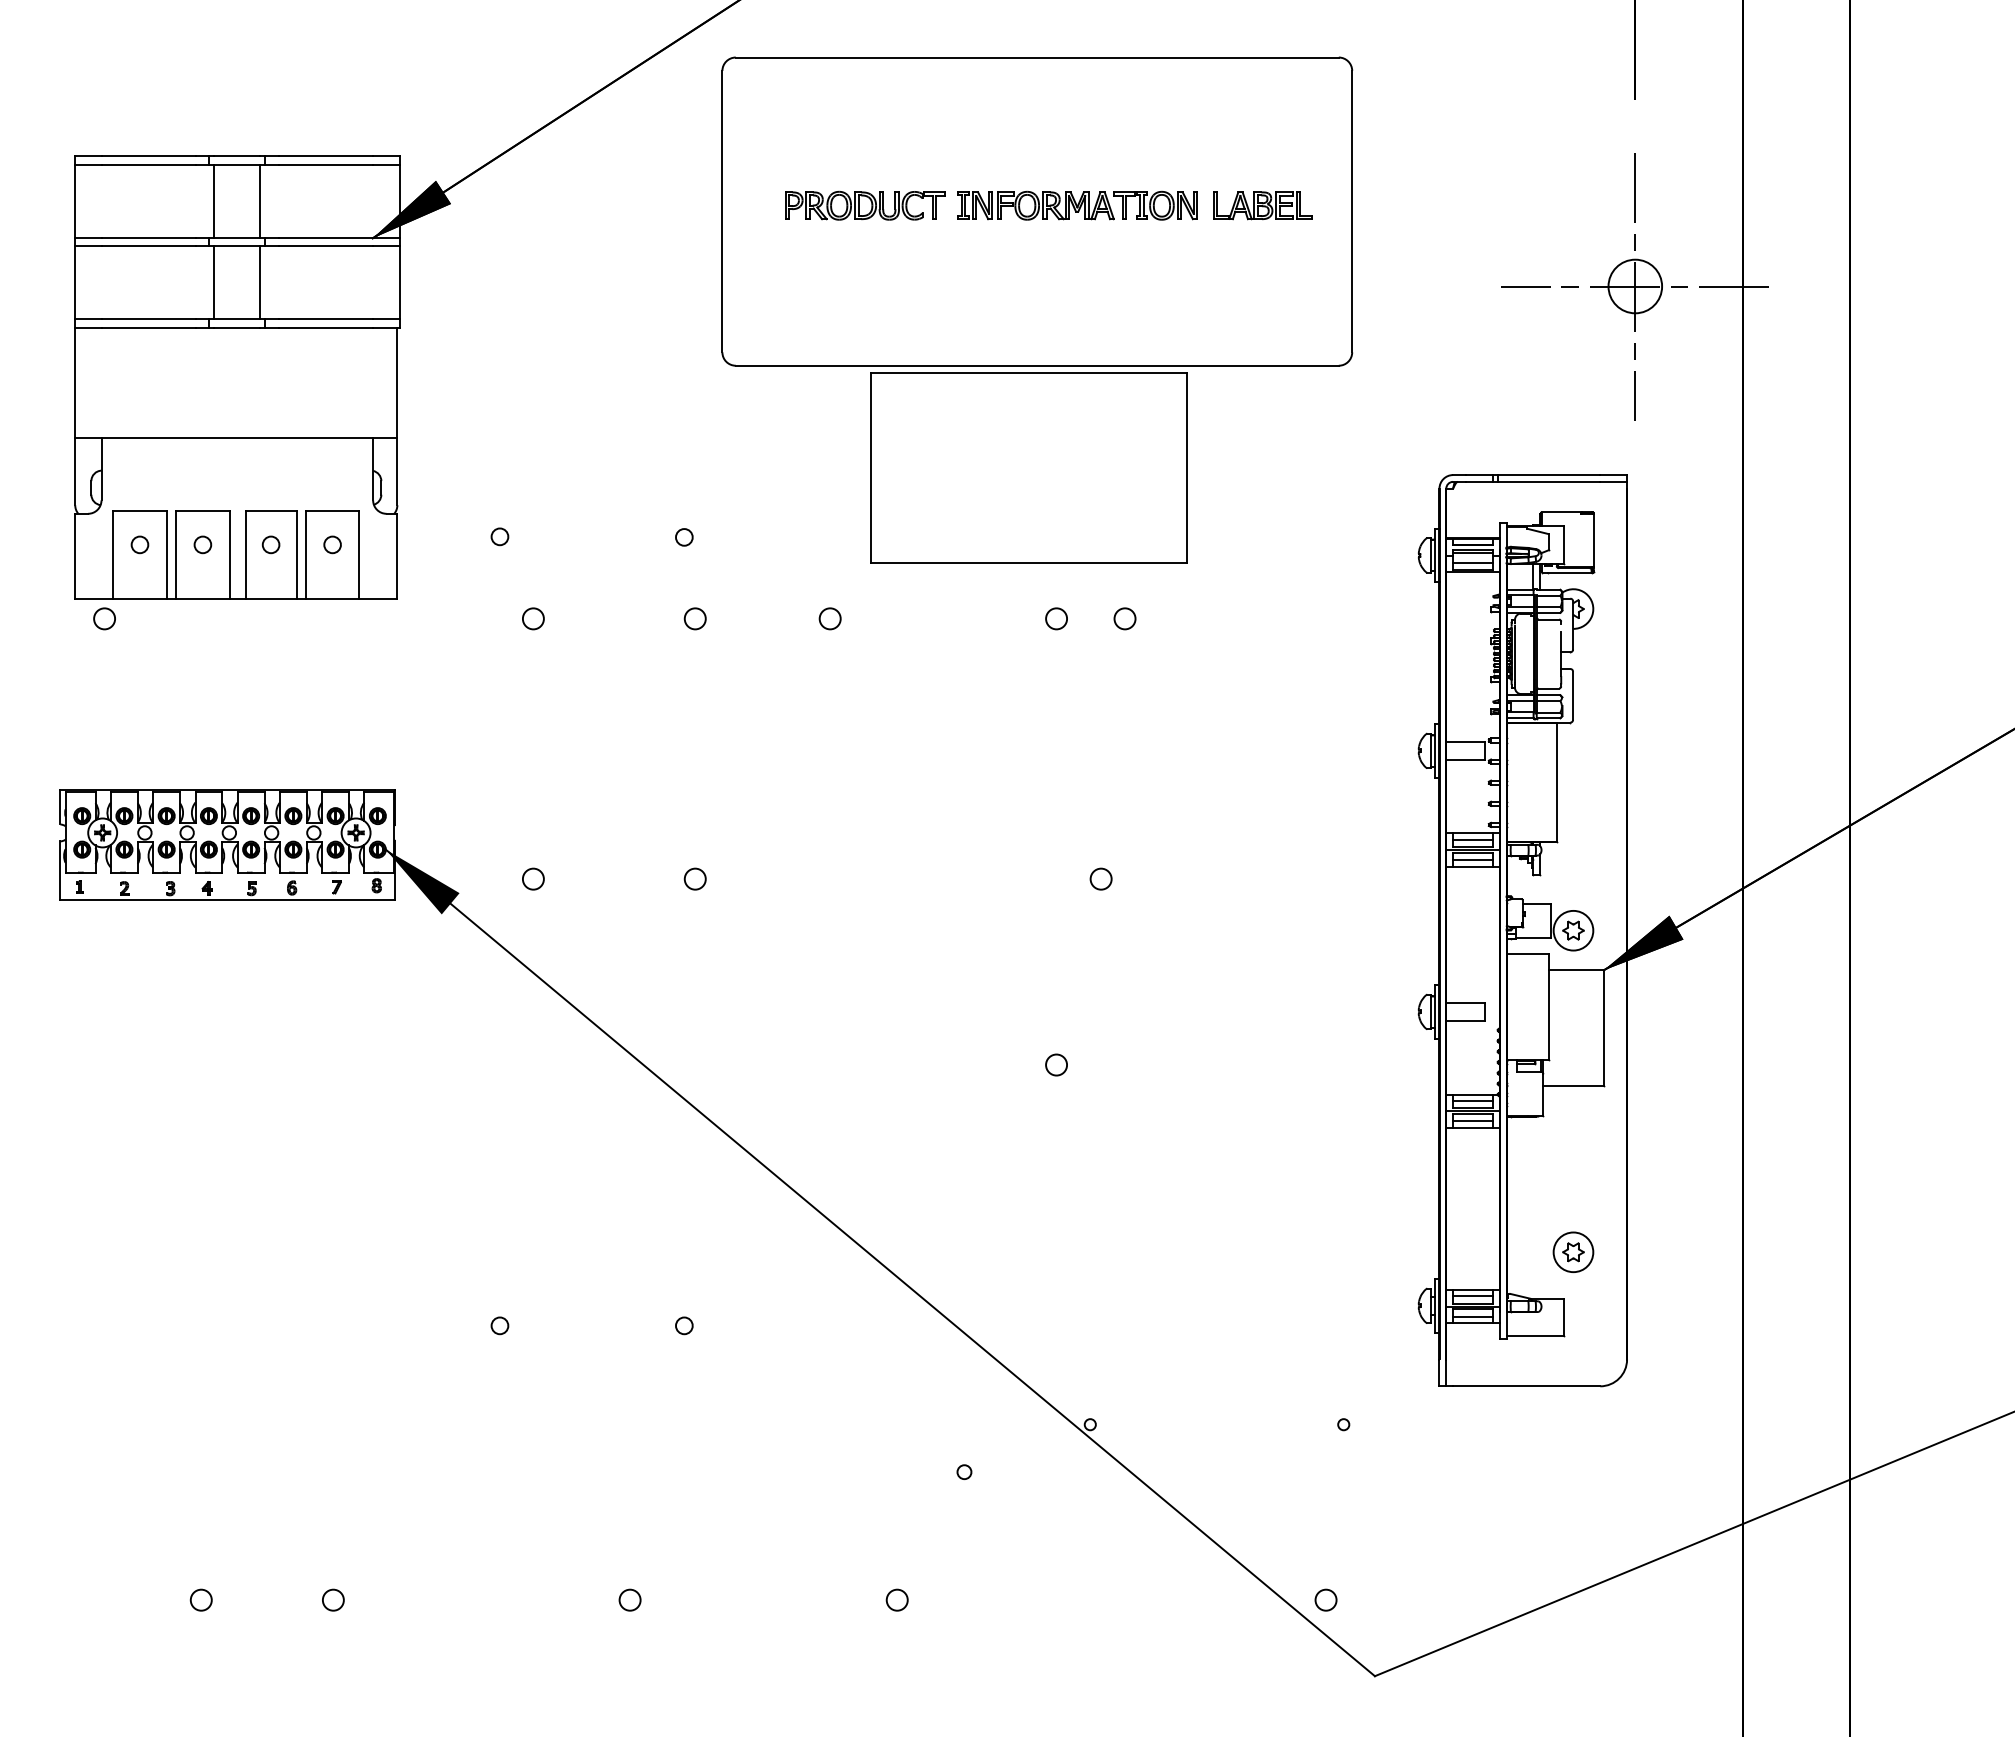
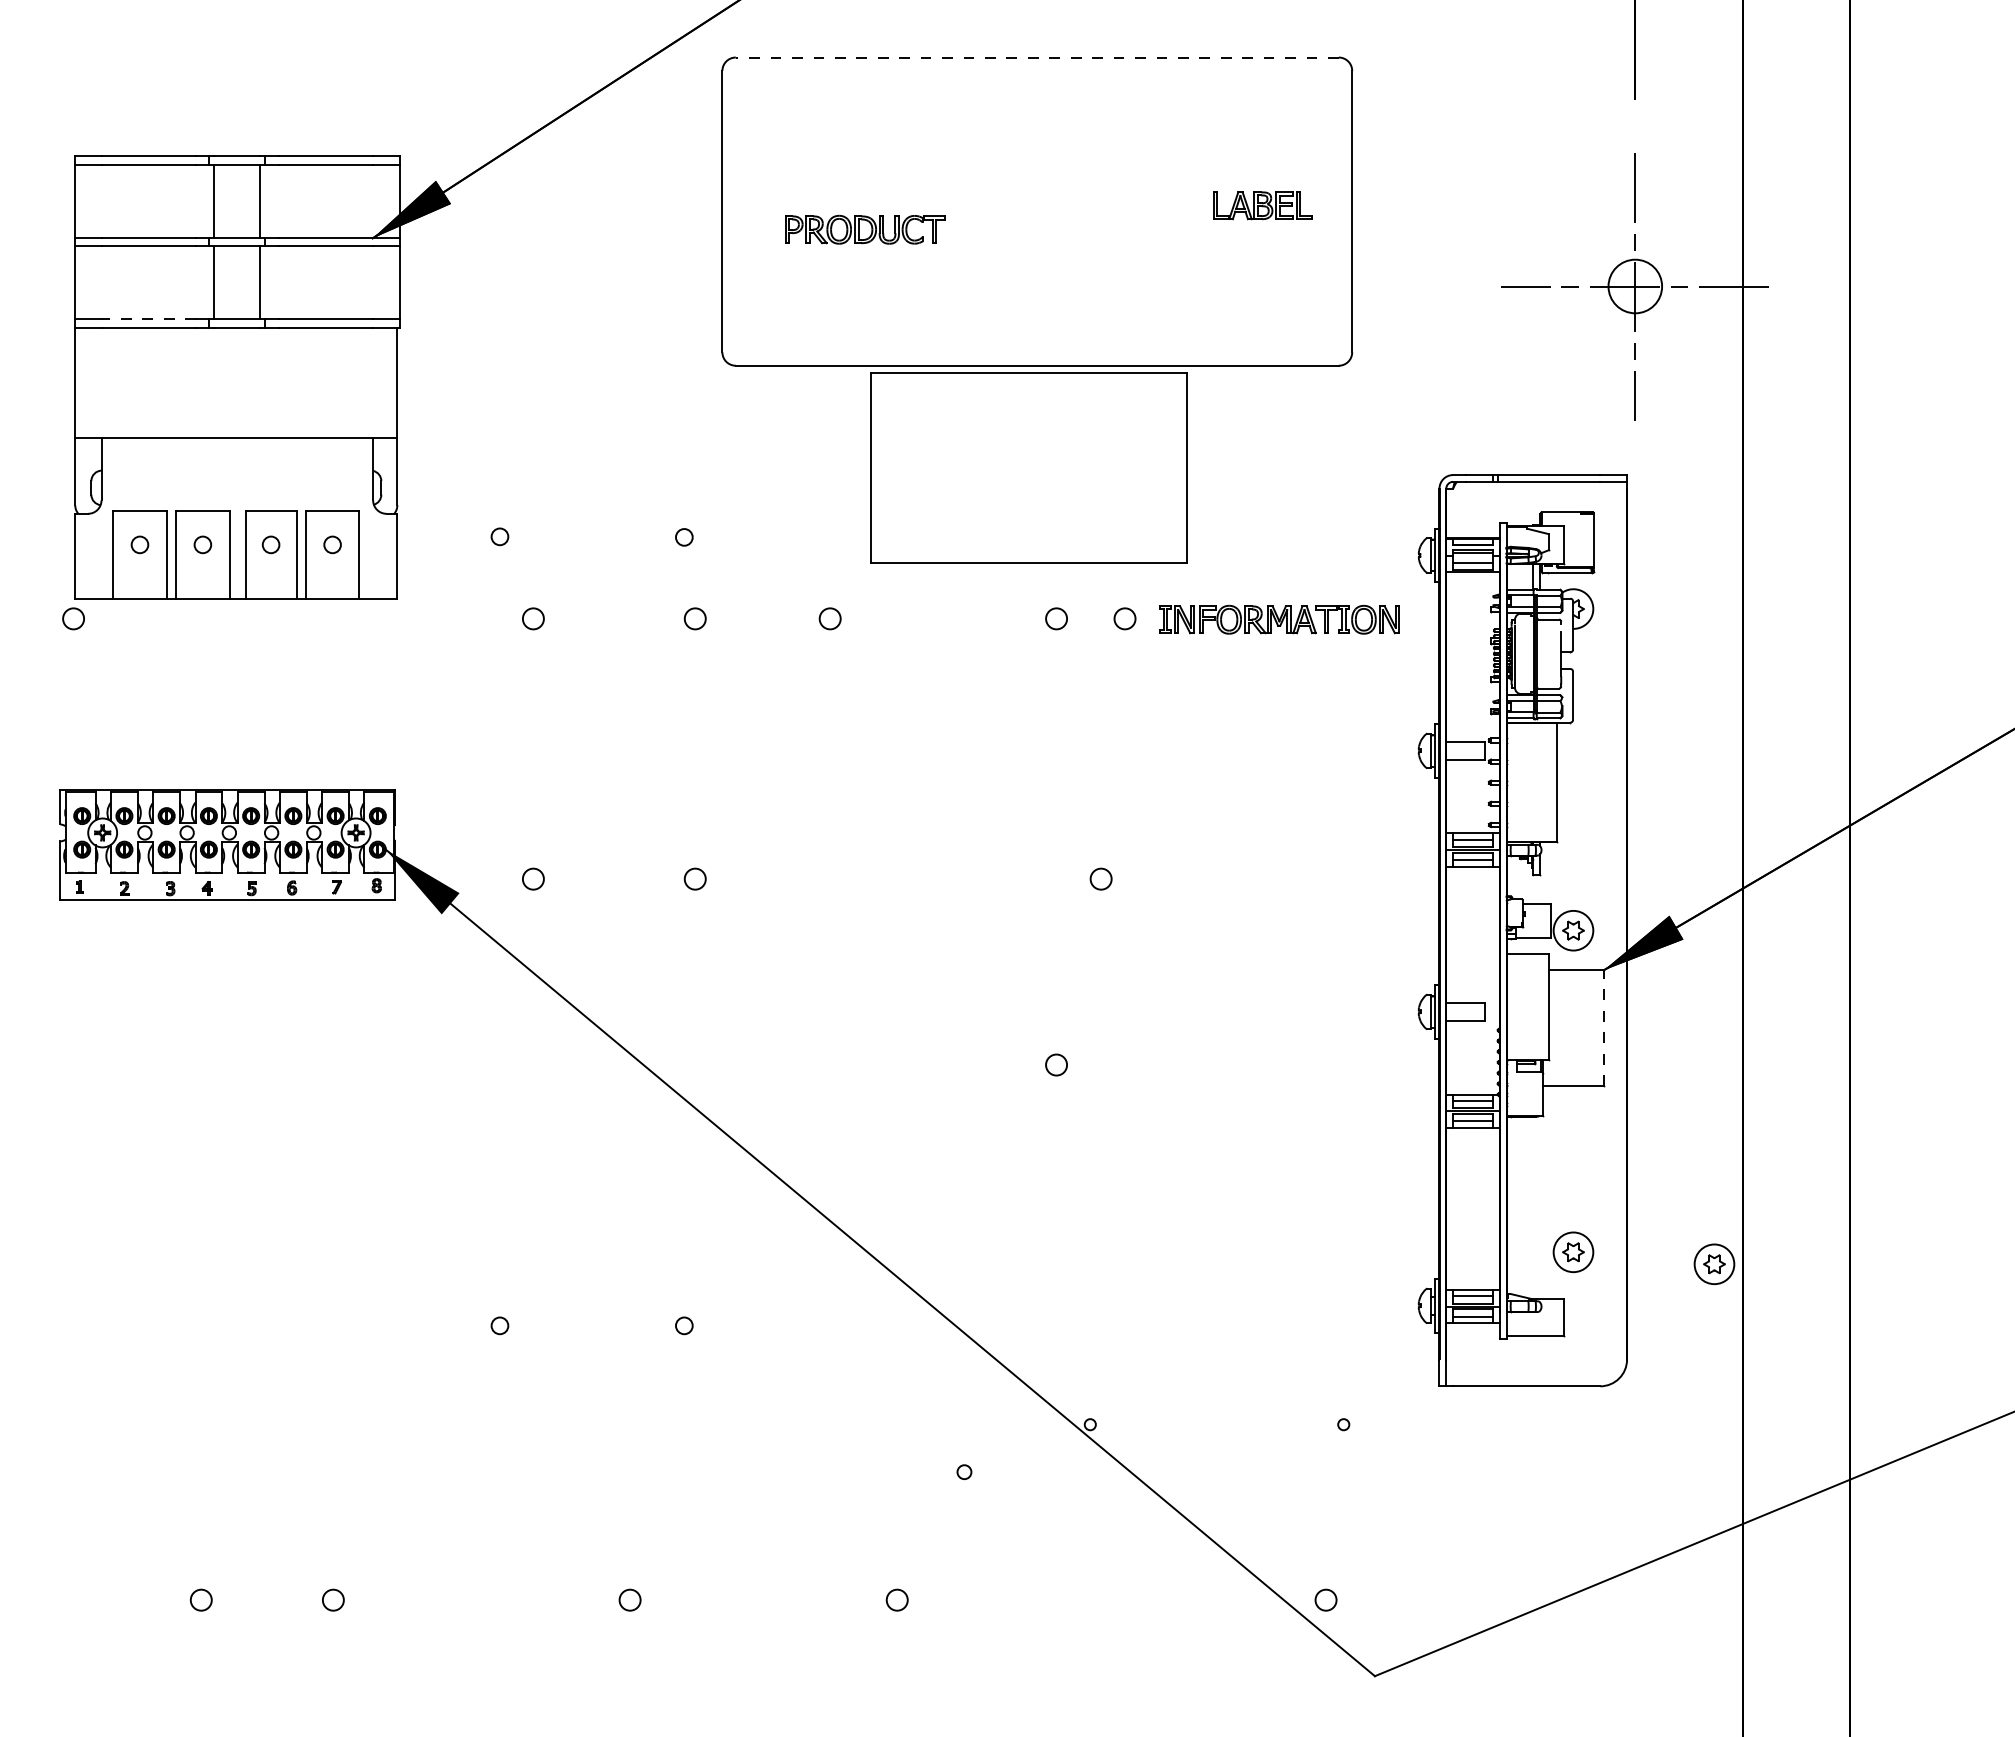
line at (1037, 57): solid -> dashed
part at (865, 205) position: (865, 205) -> (865, 229)
part at (1077, 205) position: (1077, 205) -> (1279, 619)
line at (148, 319): solid -> dashed
circle at (104, 618) position: (104, 618) -> (73, 618)
line at (1603, 1028): solid -> dashed
part at (1714, 1263): none -> present
